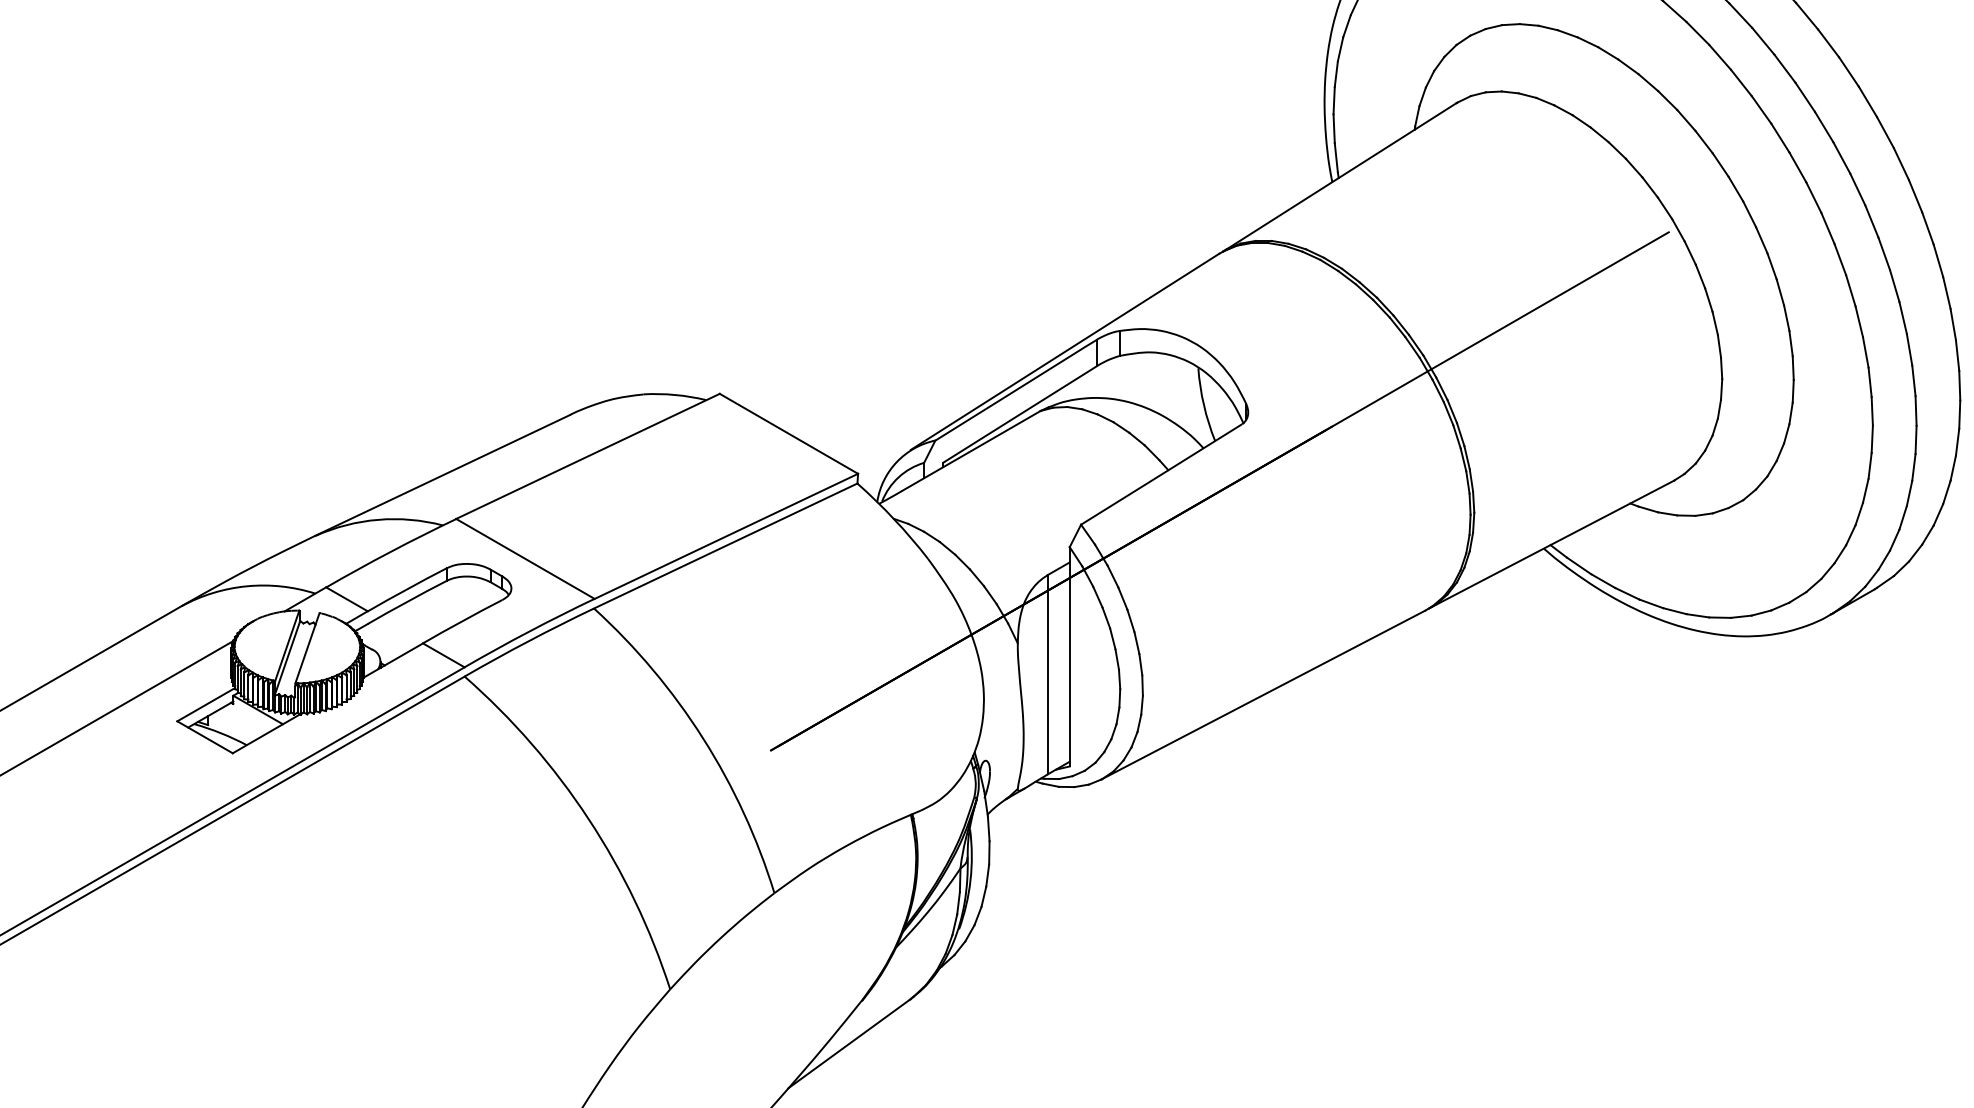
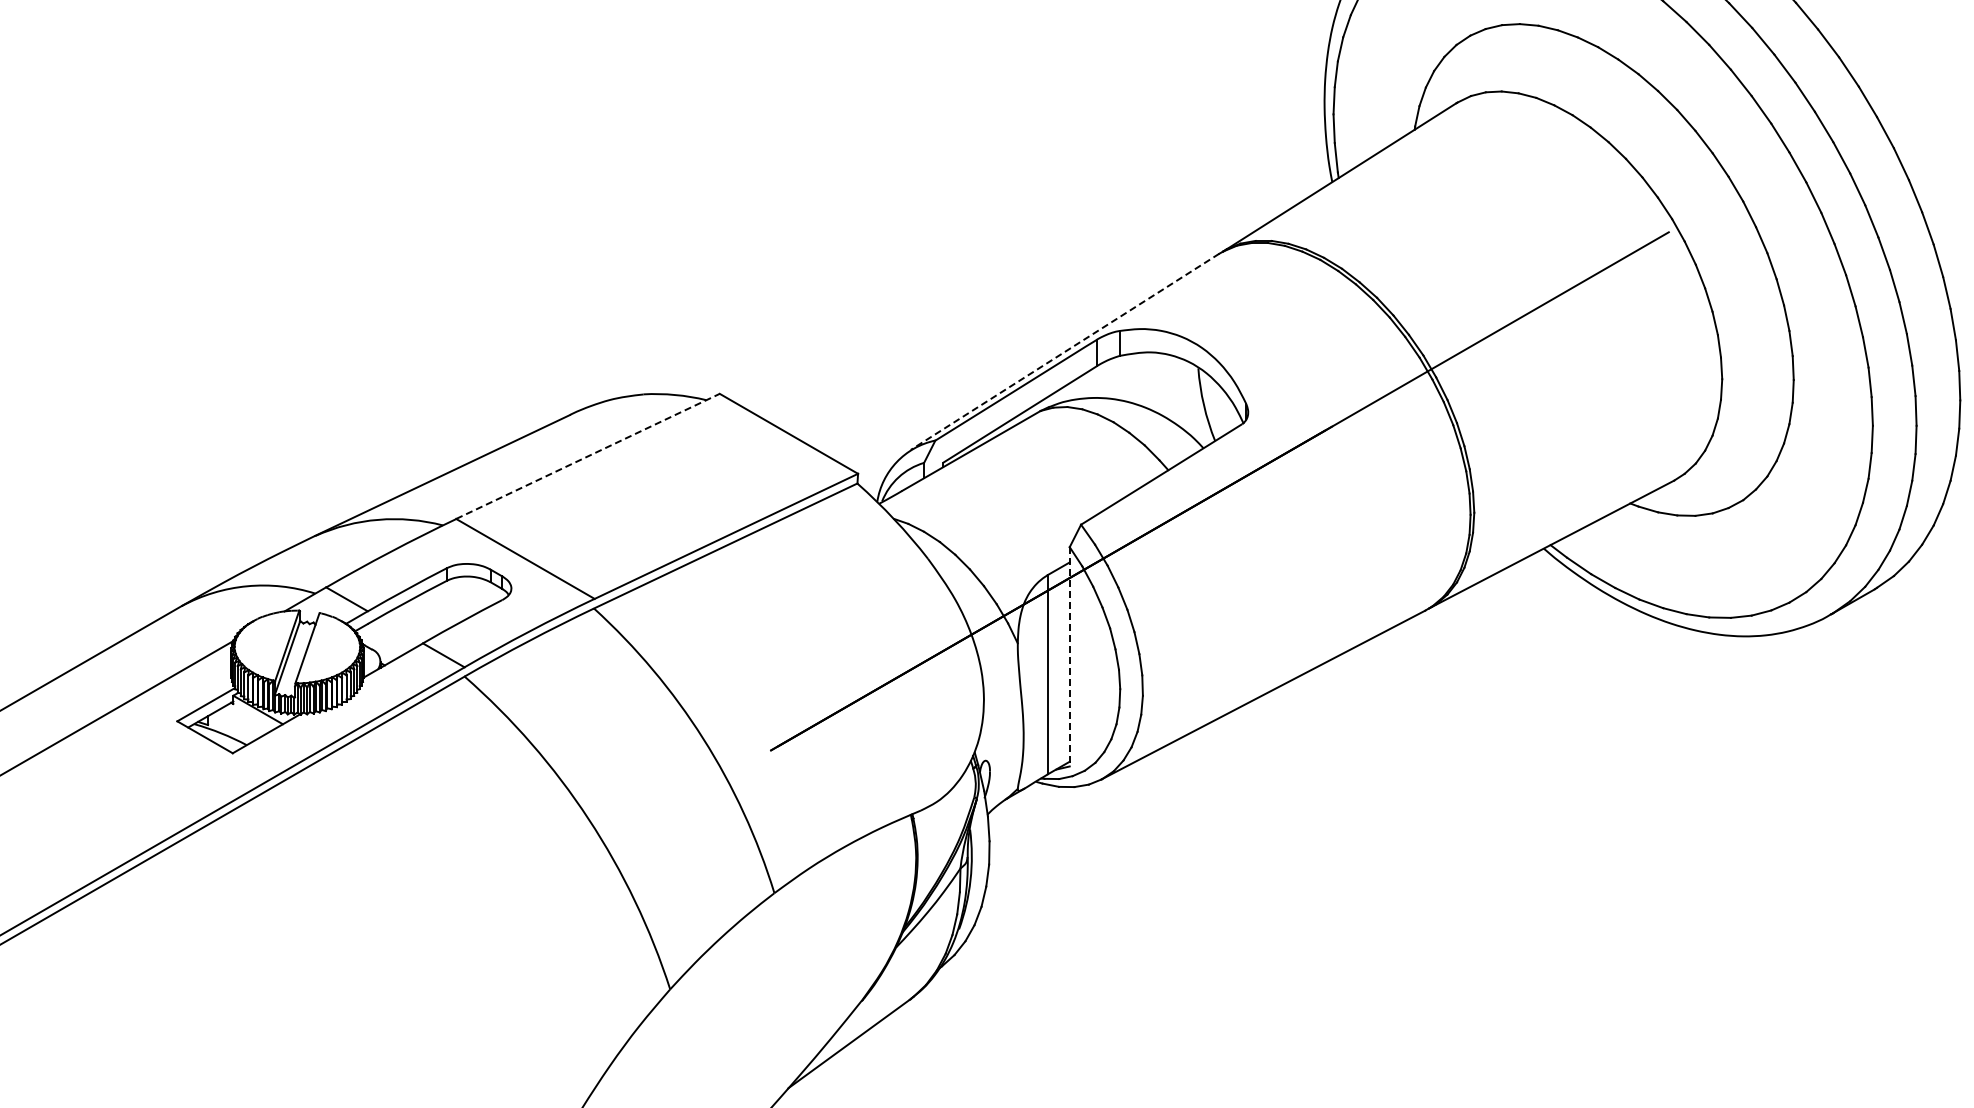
line at (1065, 351): solid -> dashed
line at (587, 456): solid -> dashed
line at (1069, 656): solid -> dashed
